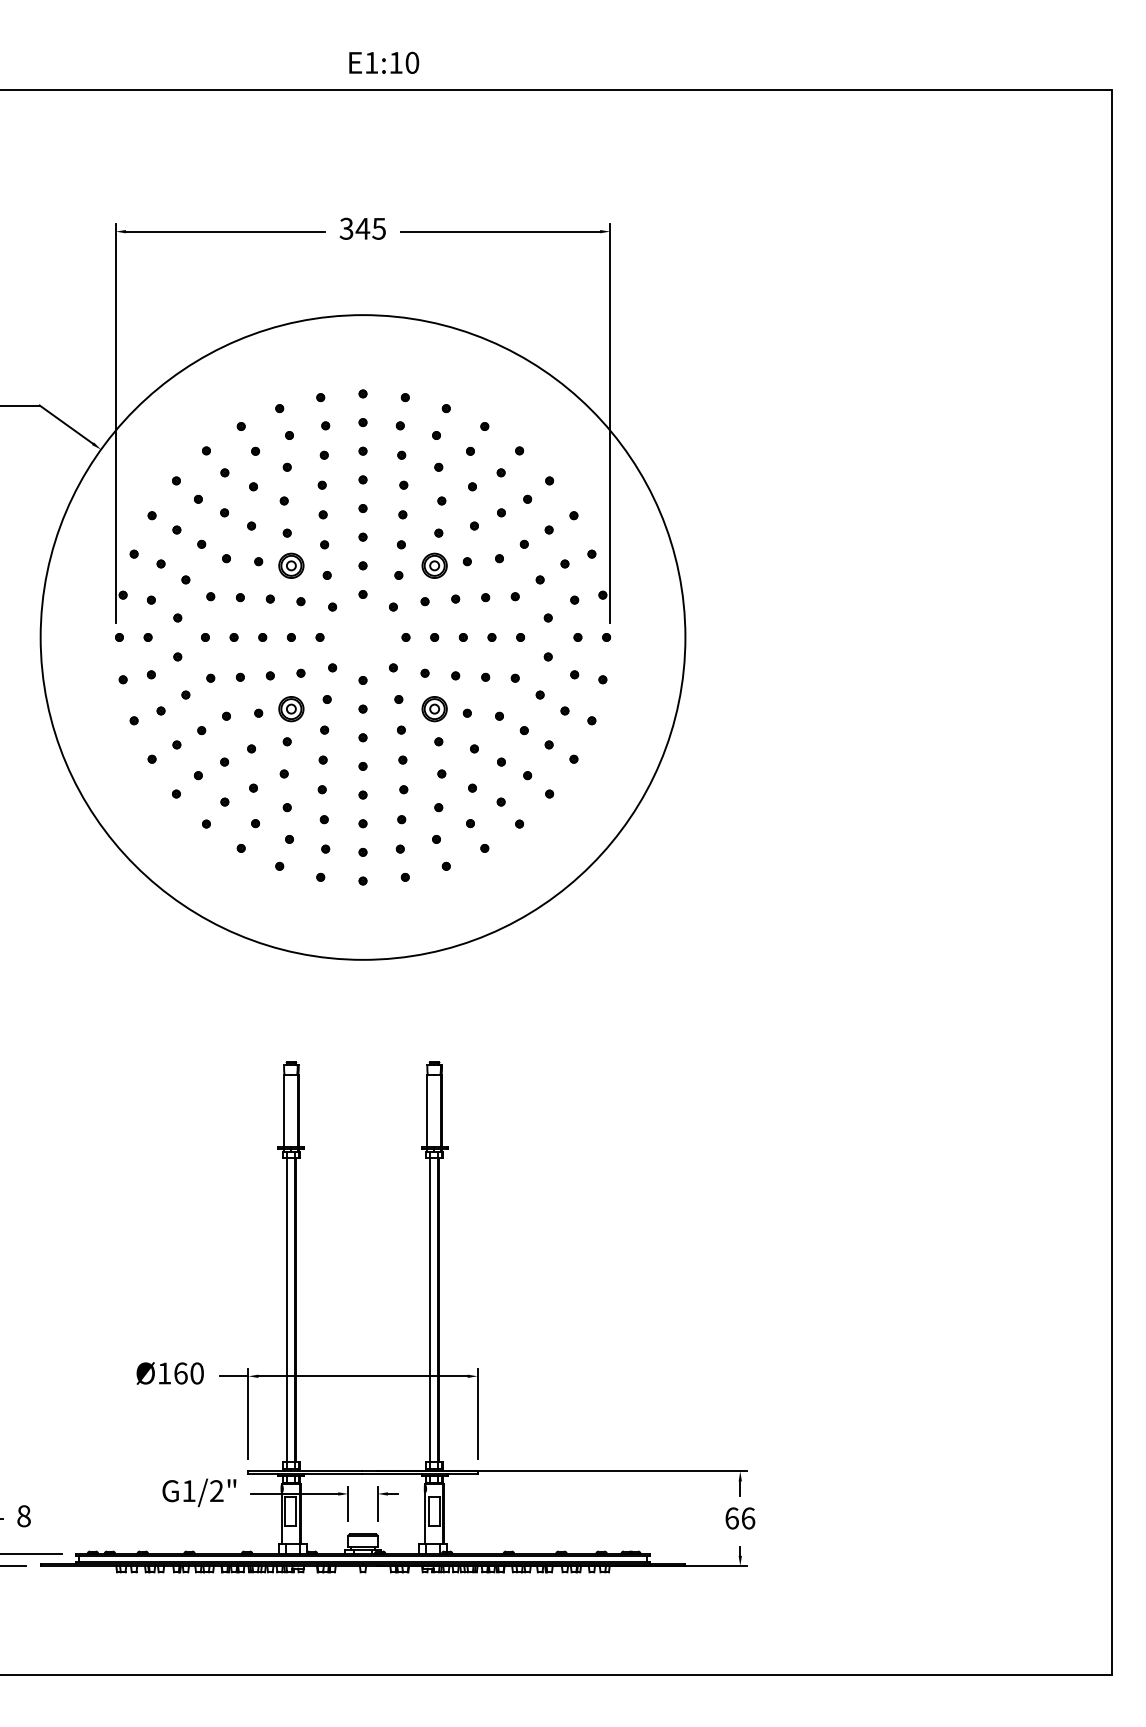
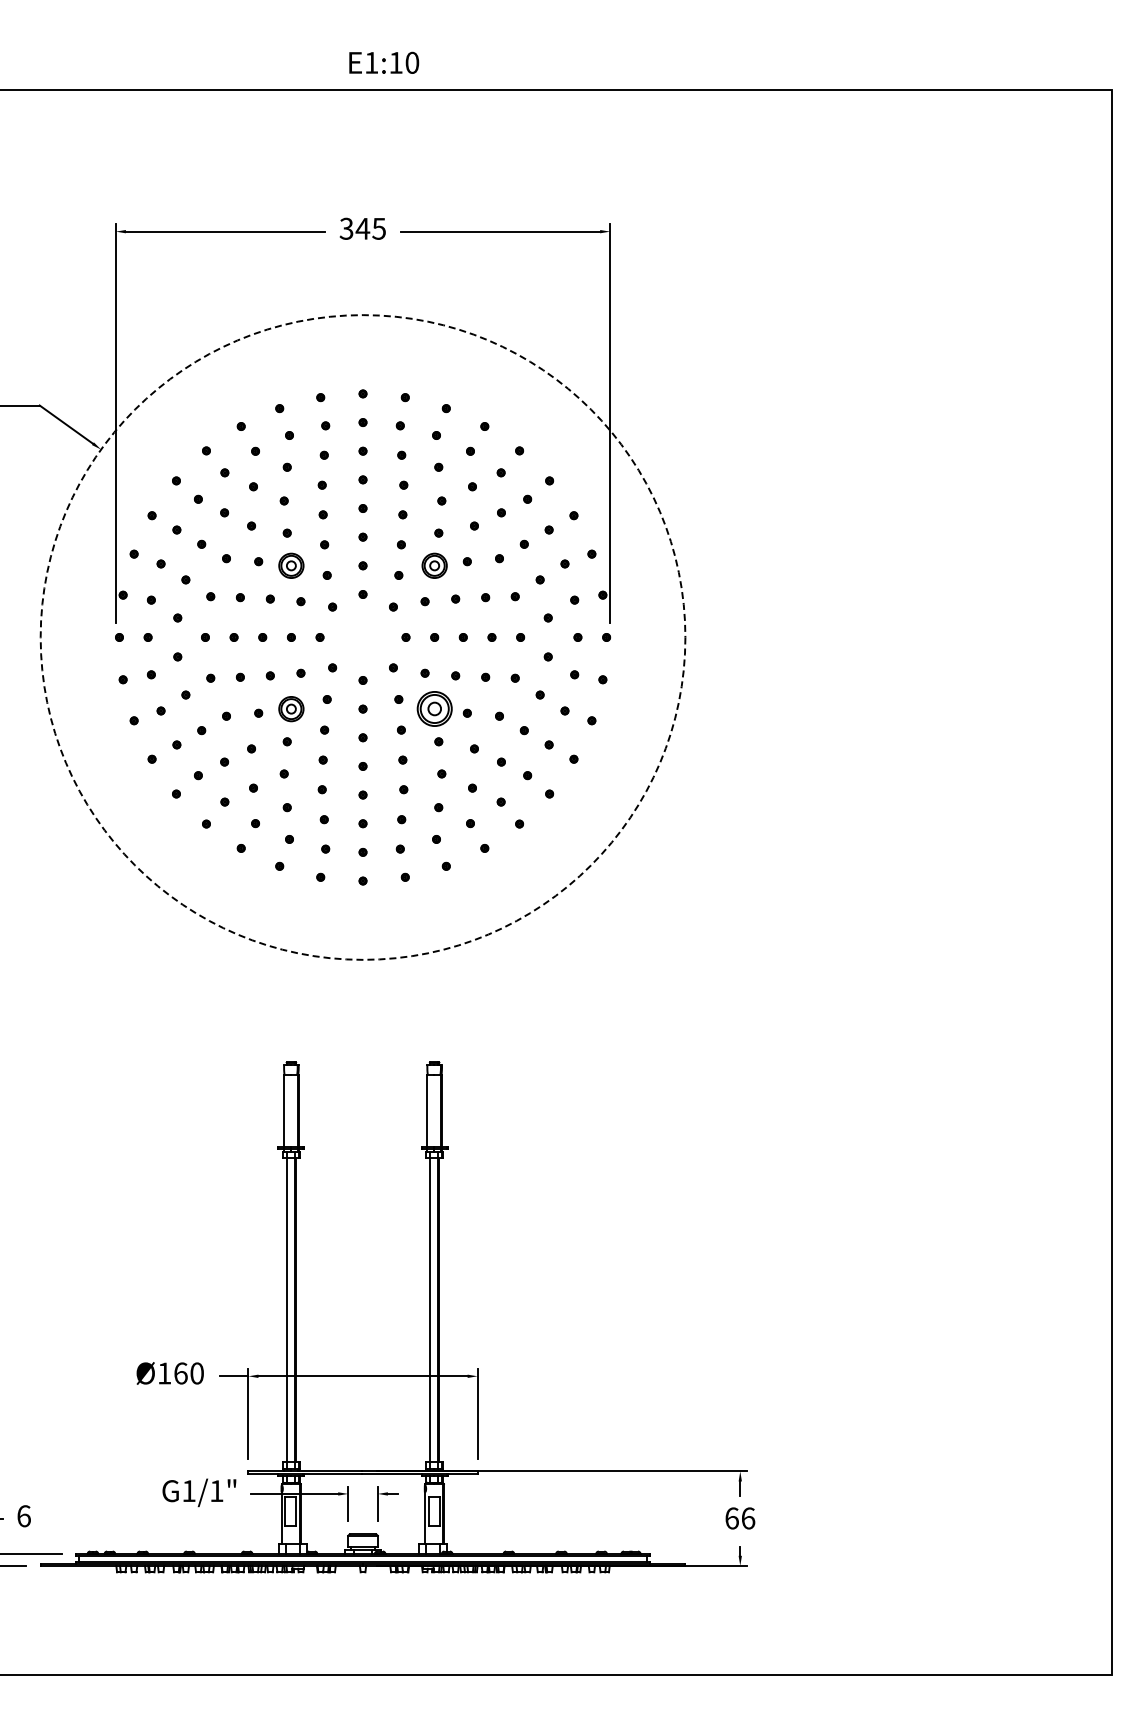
circle at (362, 637): solid -> dashed
part at (434, 709) size: 27x27 px -> 37x36 px
text at (216, 1490): G1/2" -> G1/1"
text at (23, 1516): 8 -> 6
